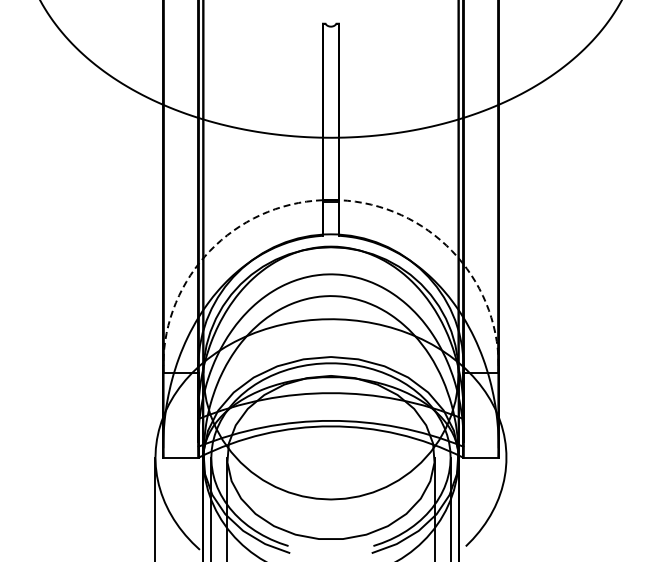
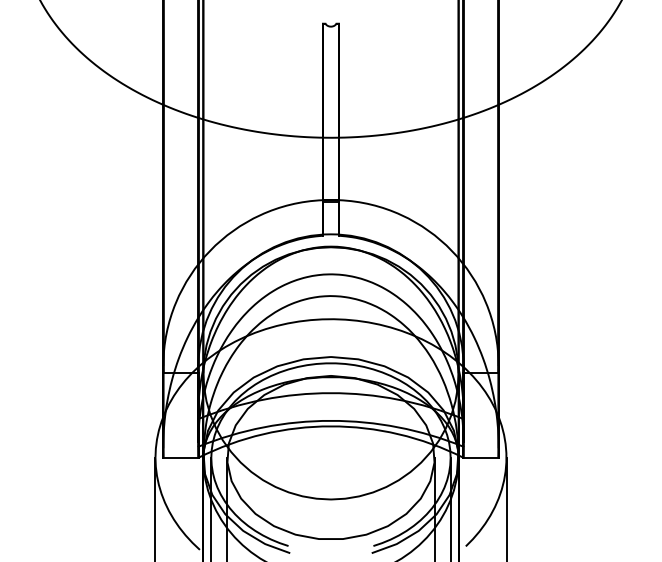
arc at (209, 250): dashed -> solid
arc at (451, 250): dashed -> solid
line at (506, 507): none -> present
